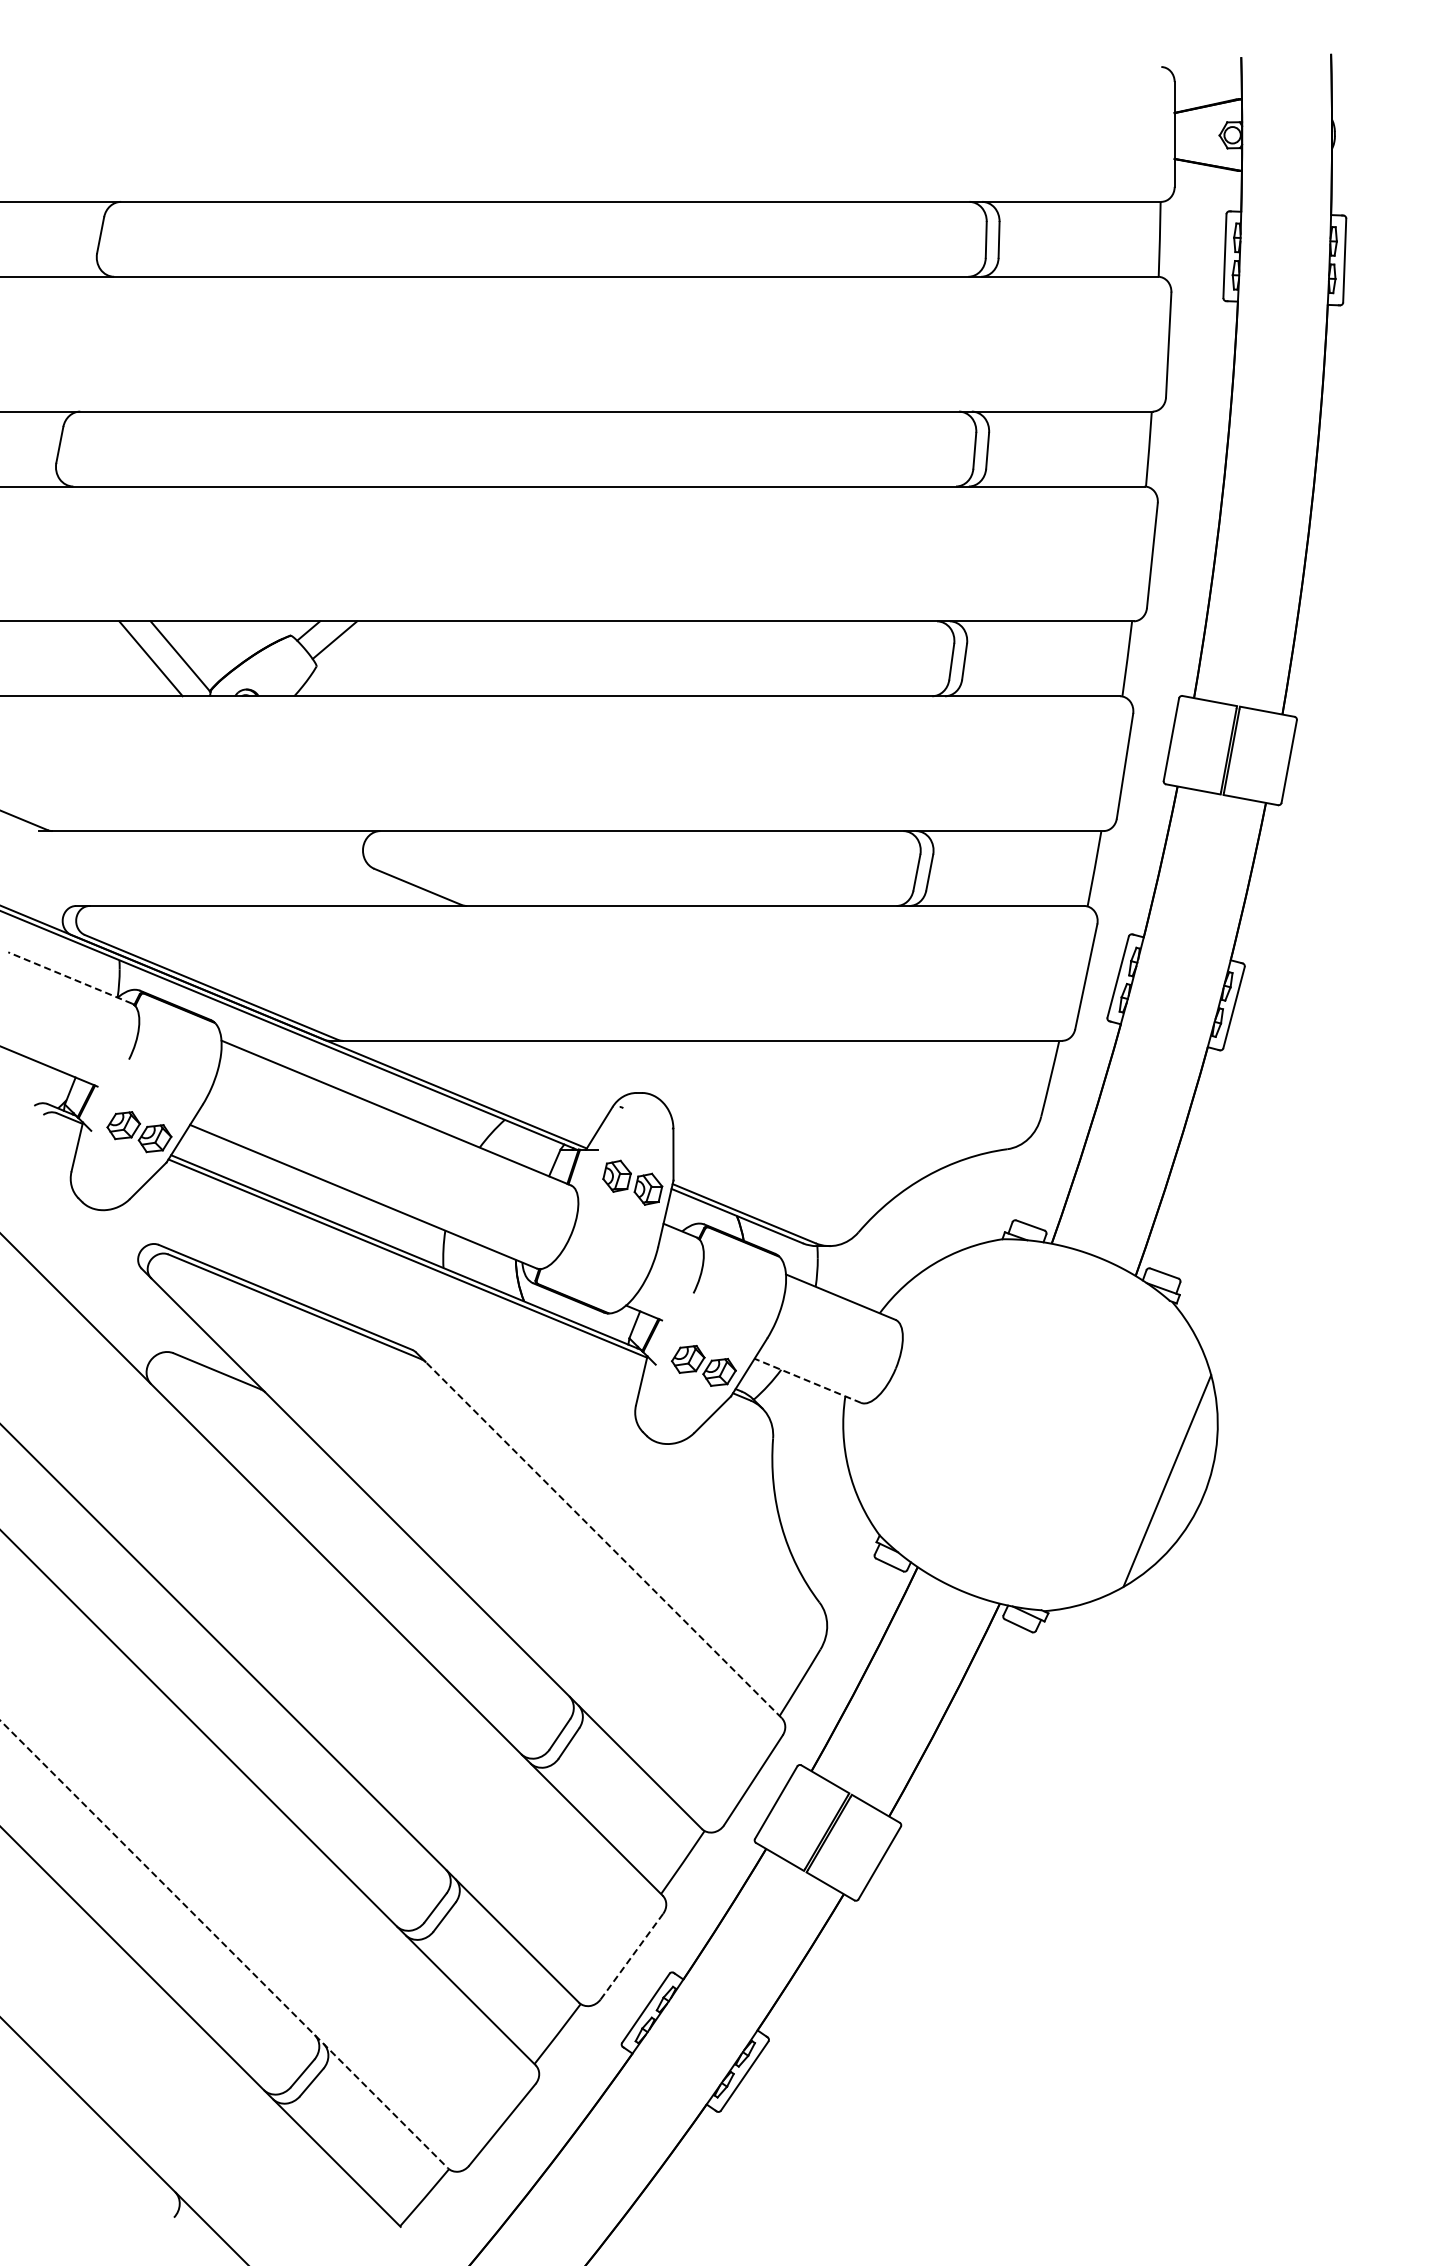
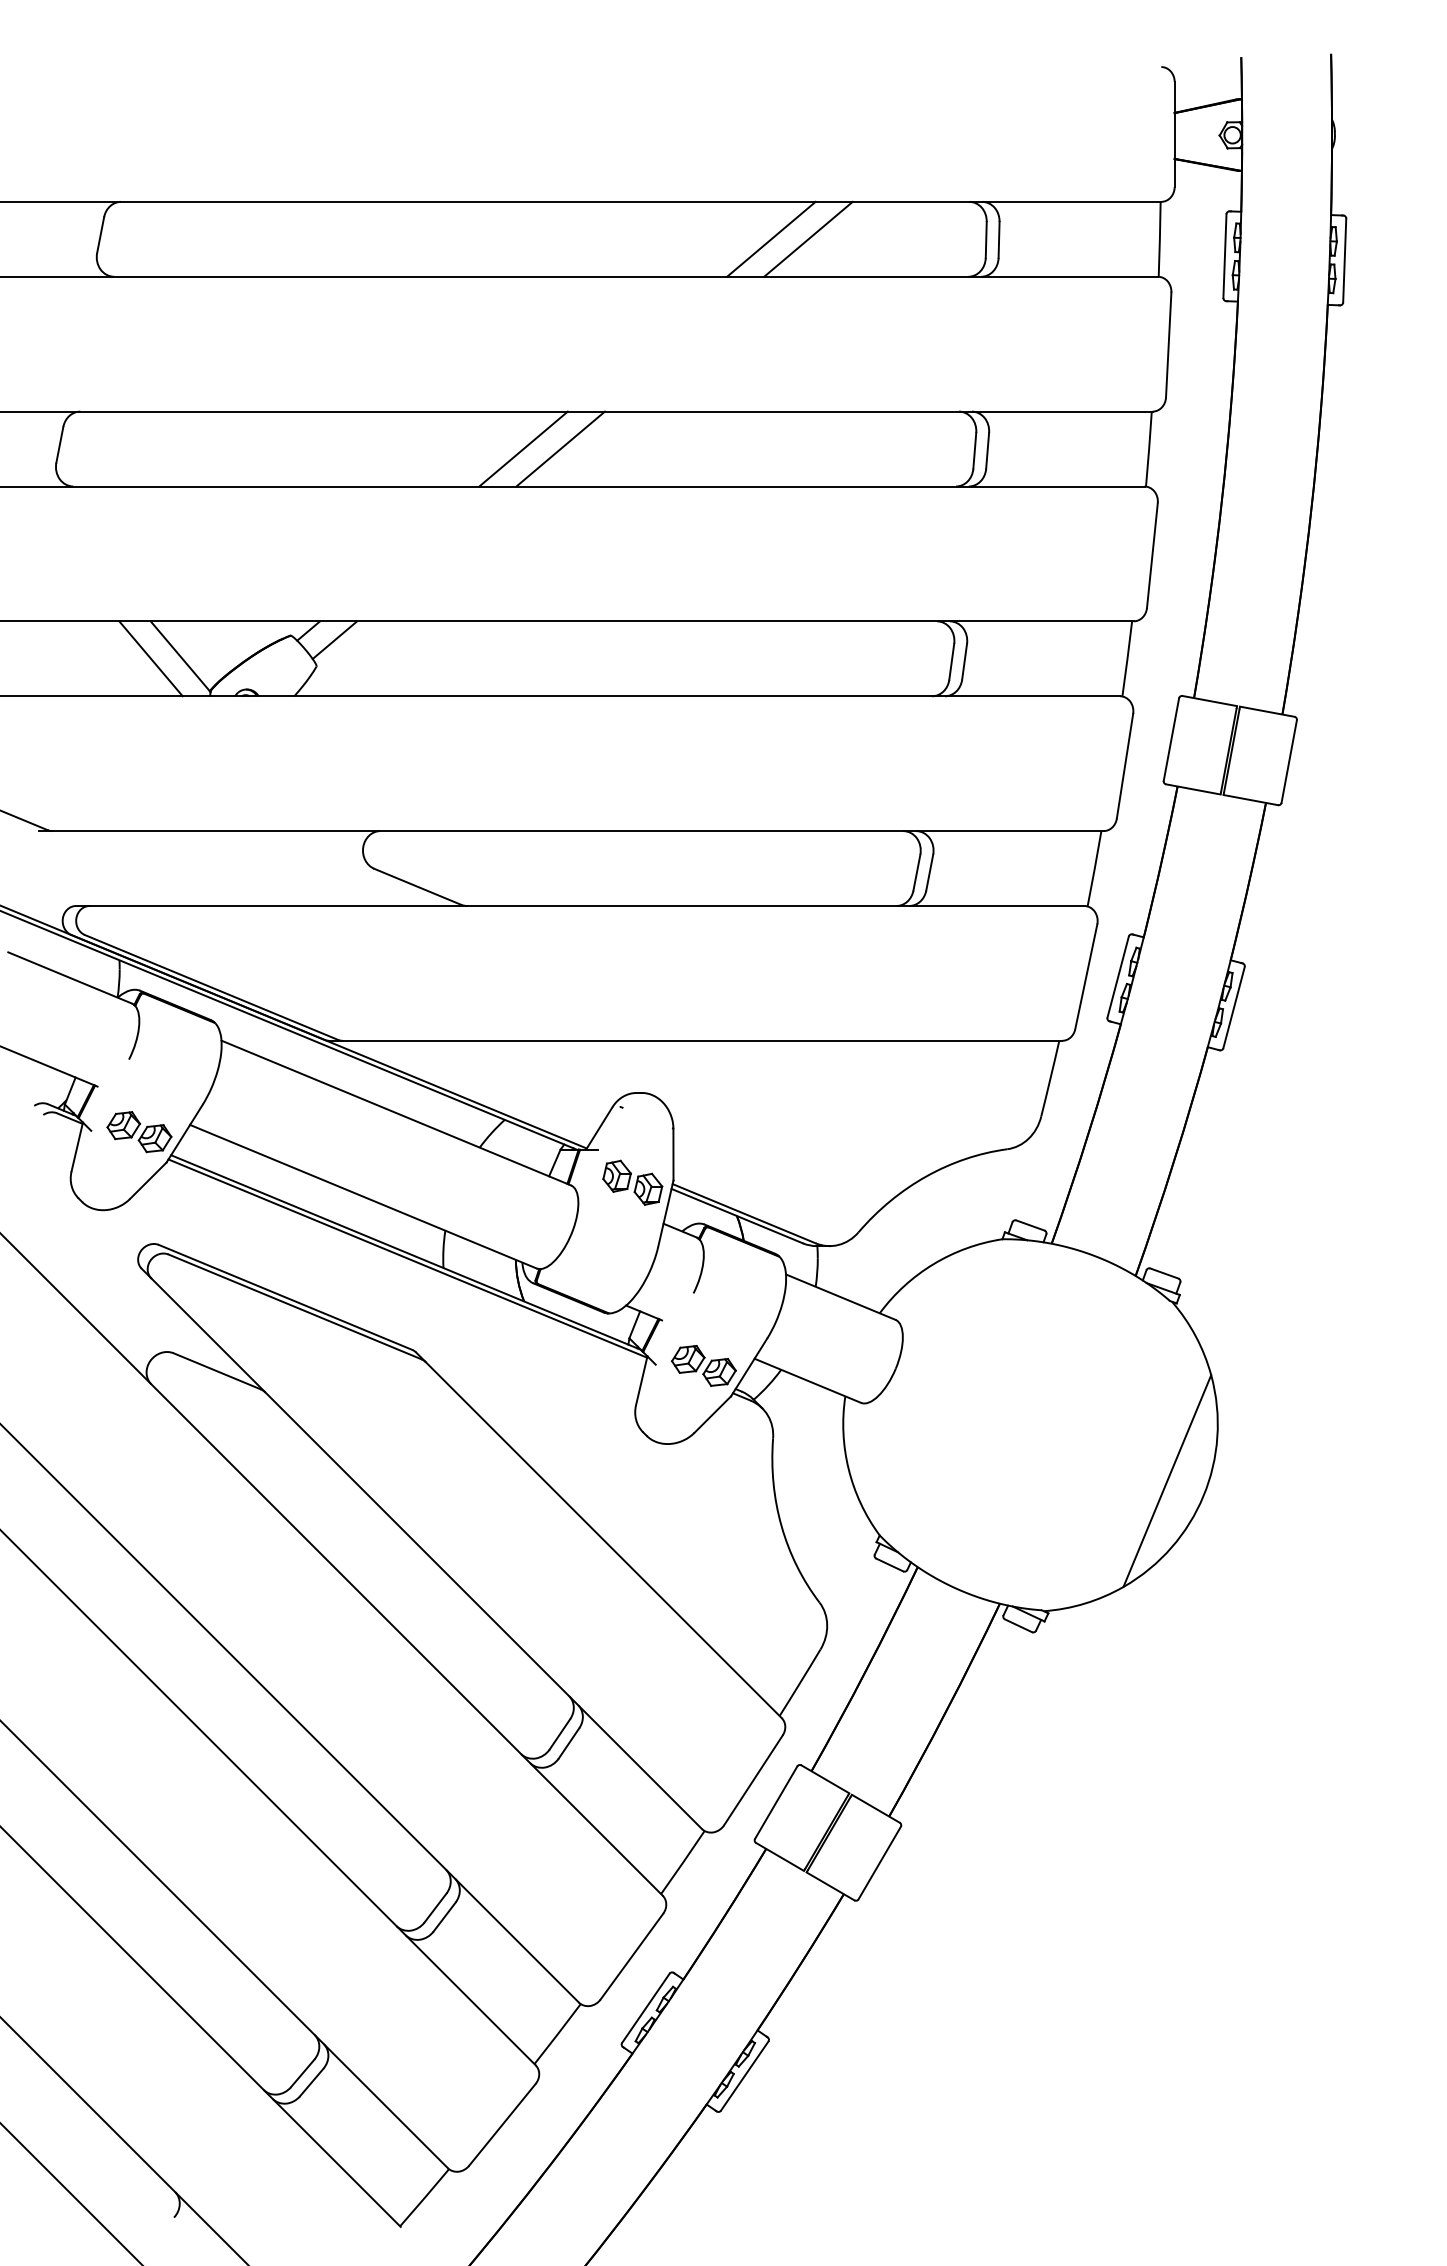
line at (771, 238): none -> present
line at (808, 238): none -> present
line at (523, 448): none -> present
line at (560, 448): none -> present
line at (70, 977): dashed -> solid
line at (807, 1380): dashed -> solid
line at (603, 1540): dashed -> solid
line at (224, 1944): dashed -> solid
line at (632, 1956): dashed -> solid
line at (70, 2193): none -> present
